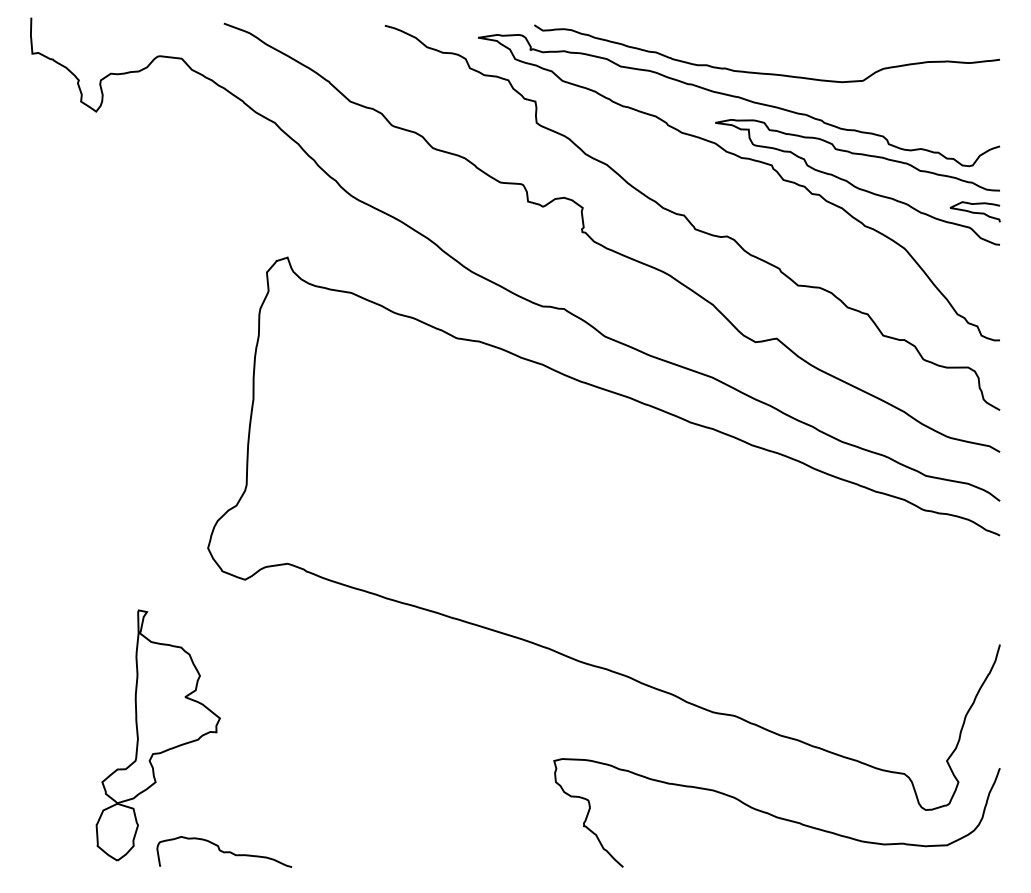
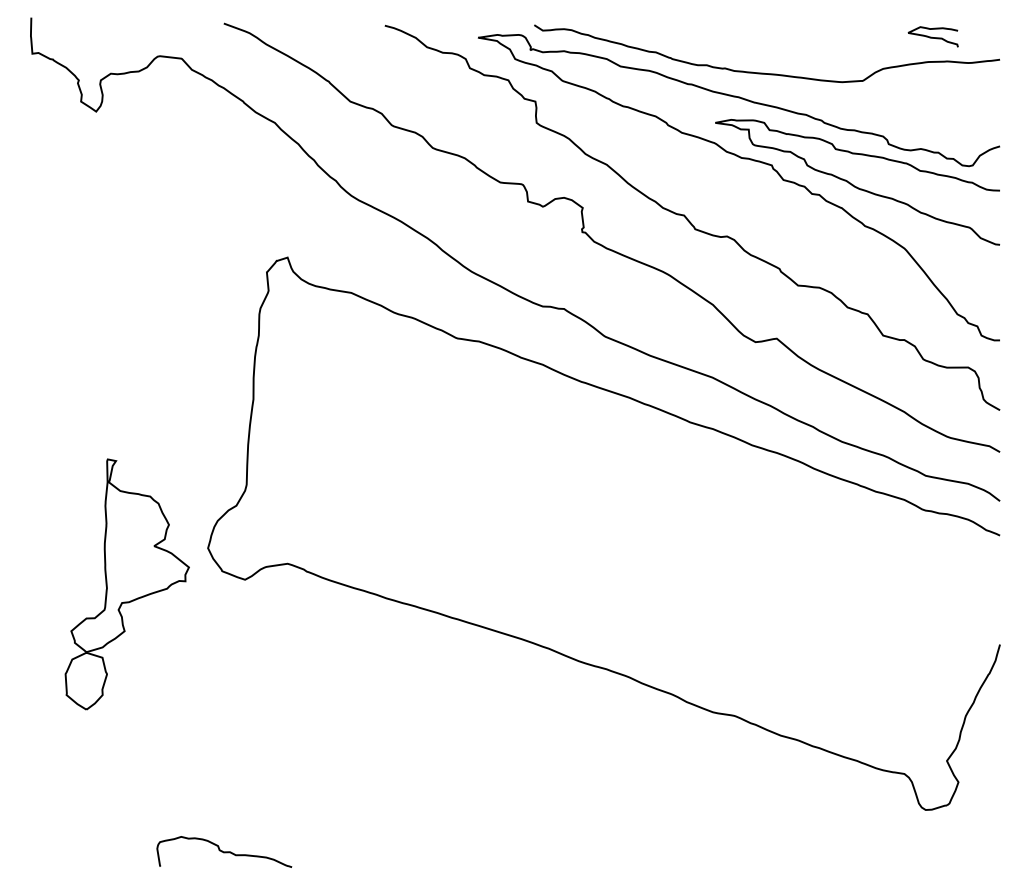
curve at (973, 211) position: (973, 211) -> (931, 36)
part at (157, 735) position: (157, 735) -> (126, 584)
curve at (775, 815): present -> none
